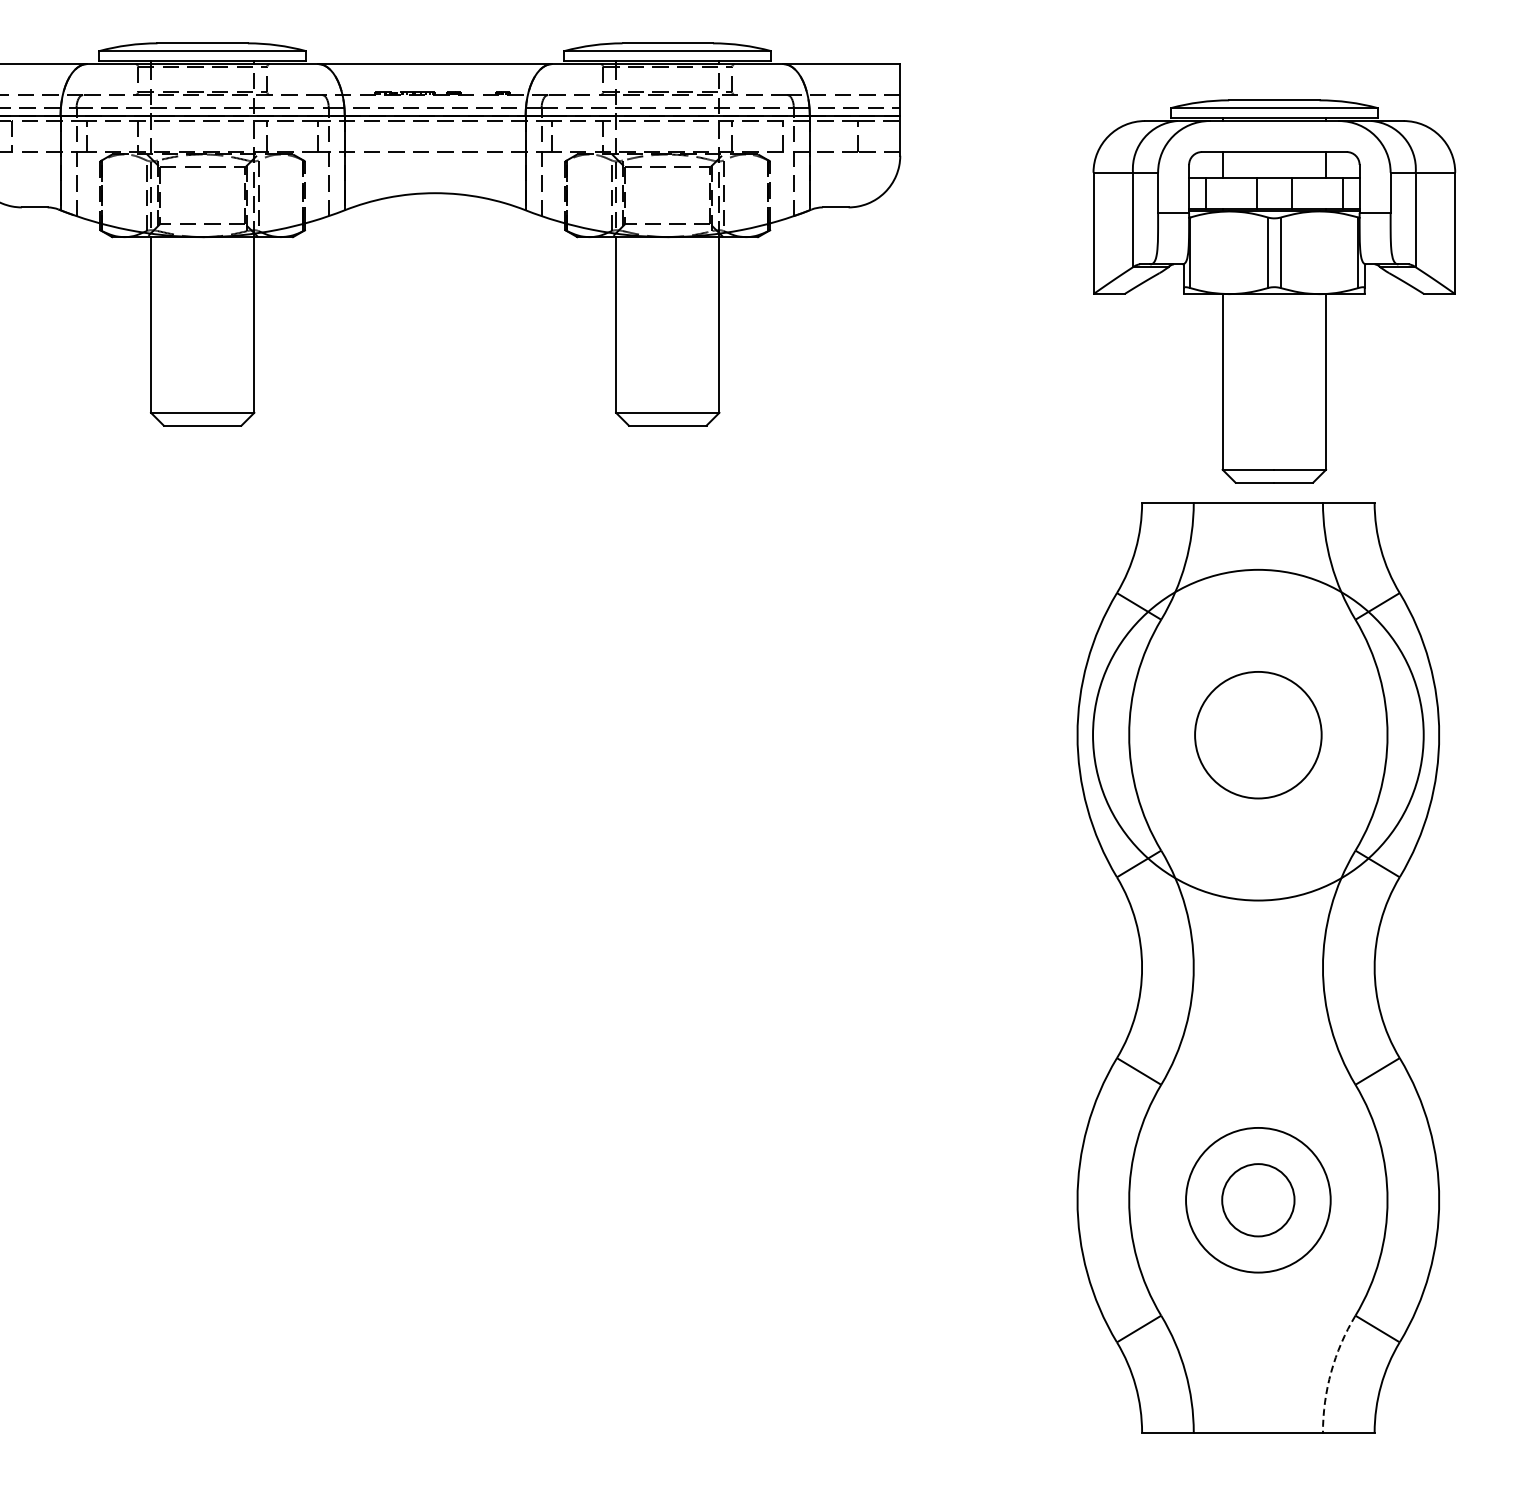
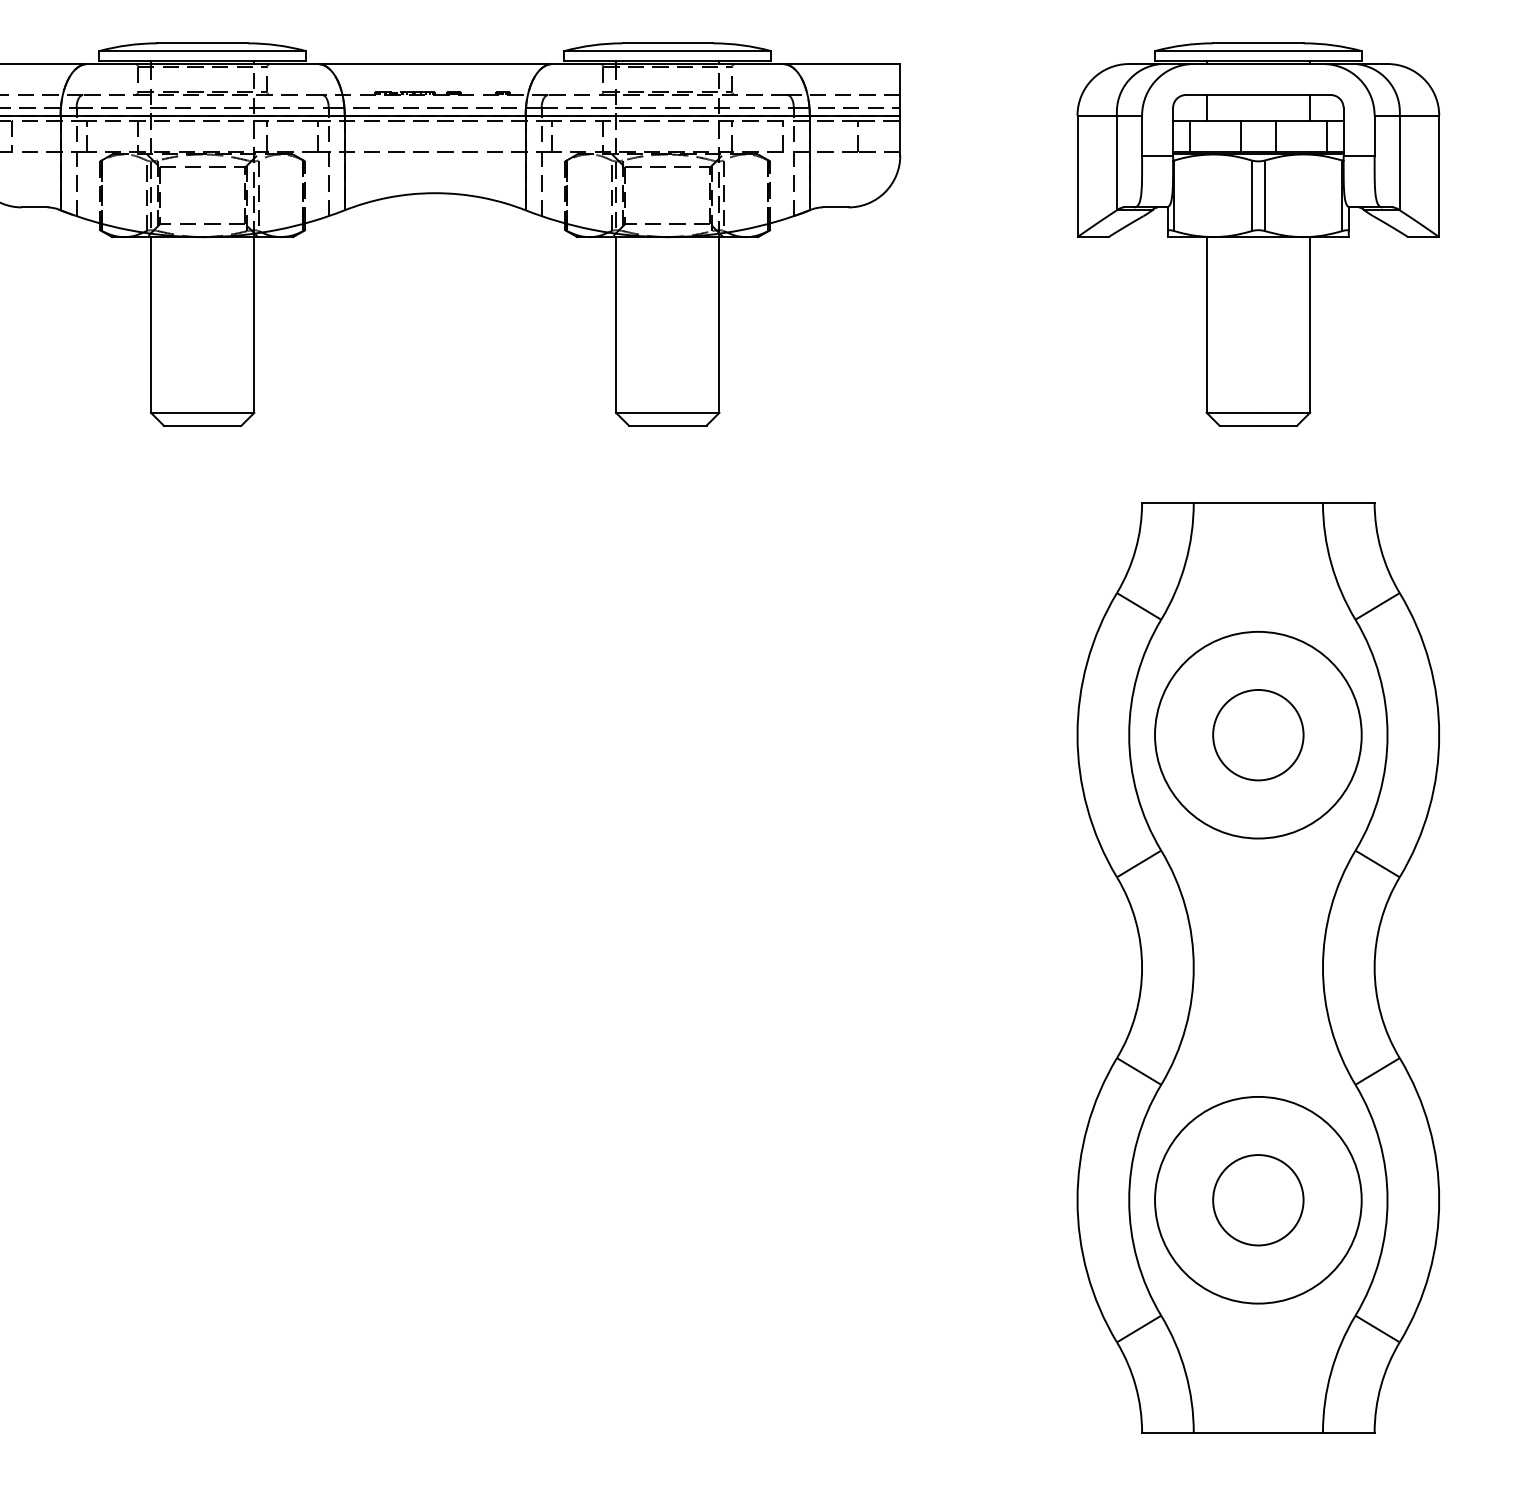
part at (1274, 291) position: (1274, 291) -> (1258, 234)
circle at (1258, 734) diameter: 127 px -> 90 px
circle at (1258, 734) diameter: 331 px -> 207 px
circle at (1258, 1199) diameter: 145 px -> 207 px
circle at (1258, 1200) diameter: 72 px -> 90 px
arc at (1331, 1372): dashed -> solid
